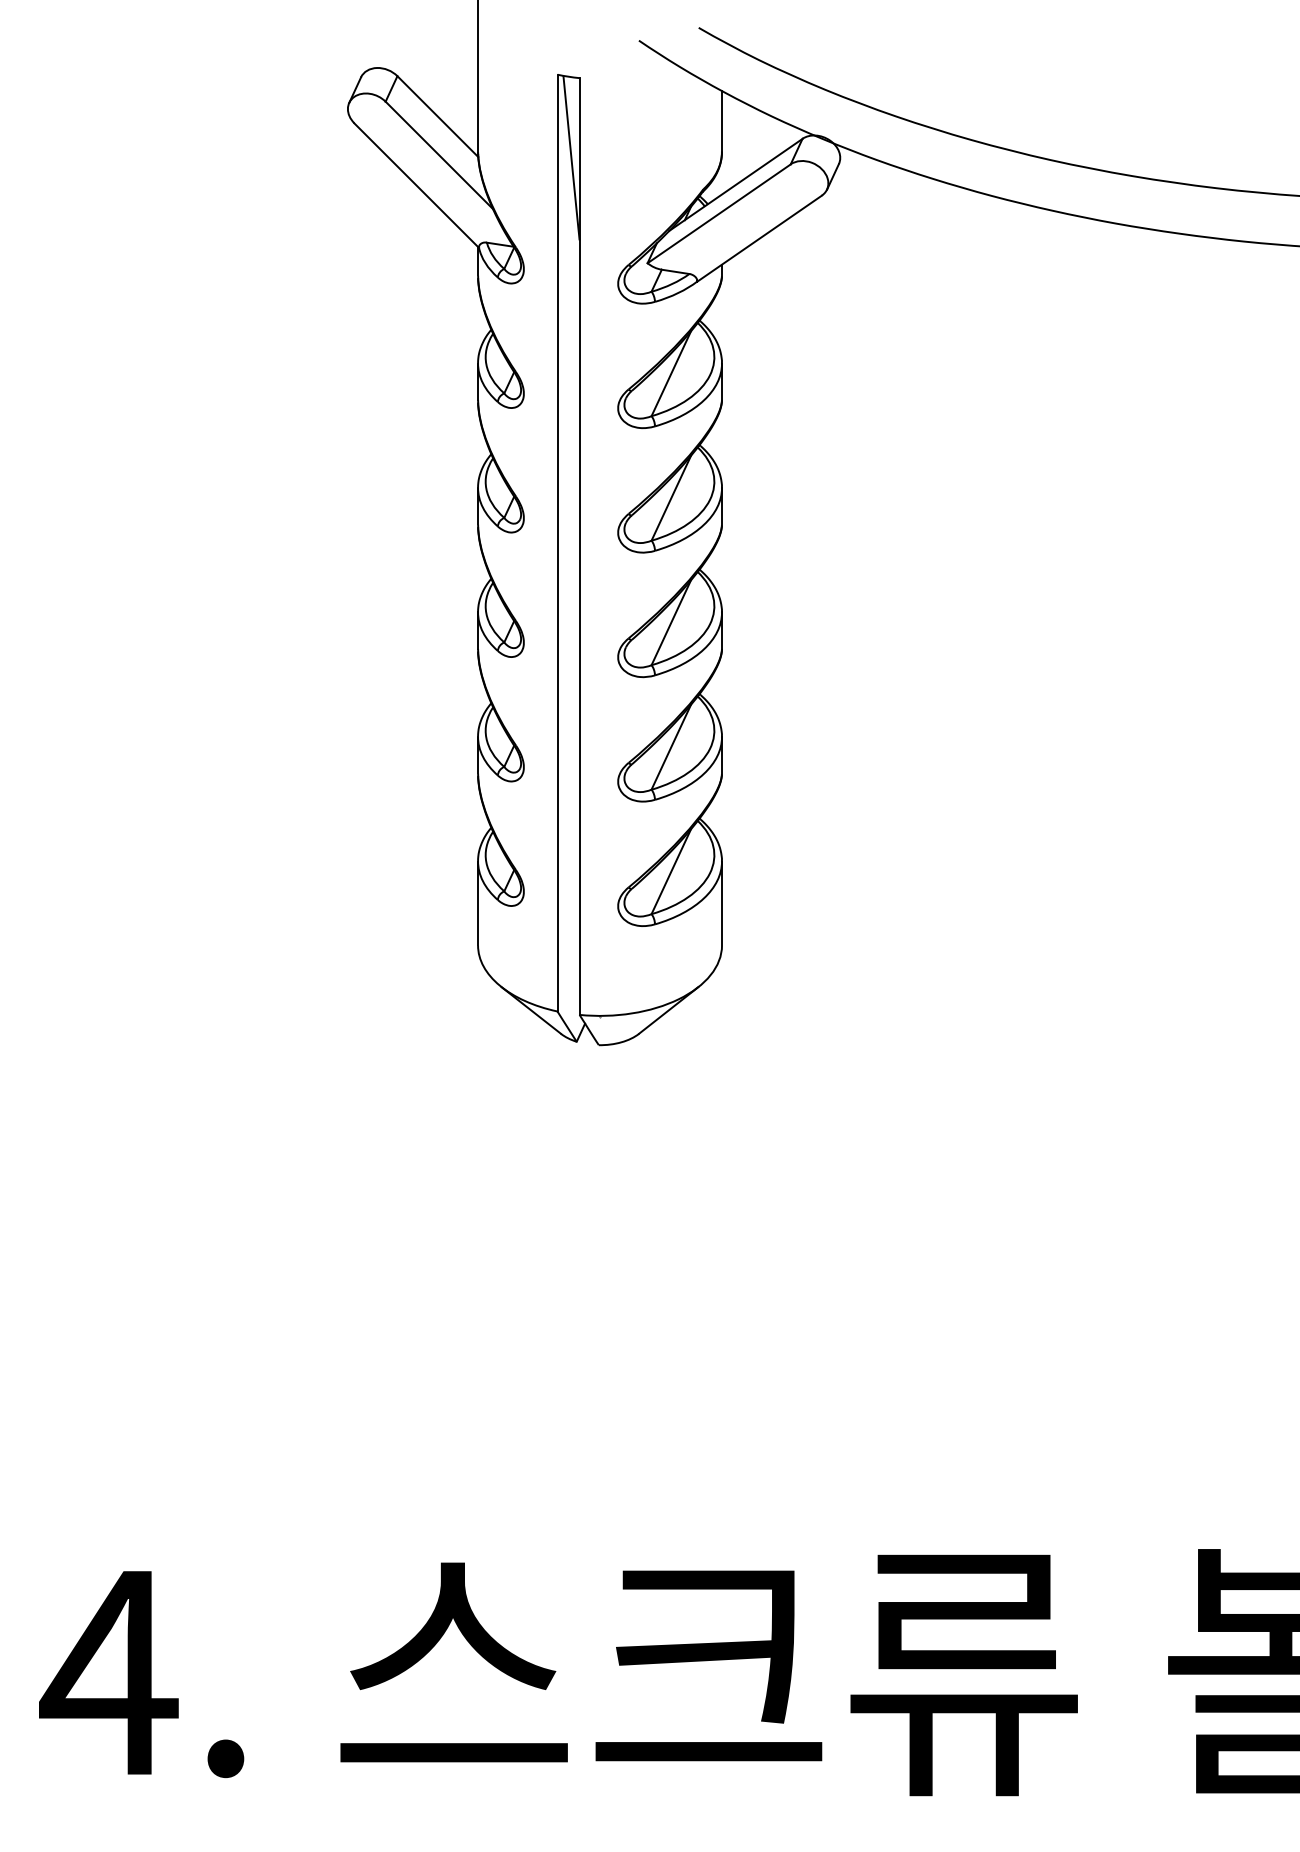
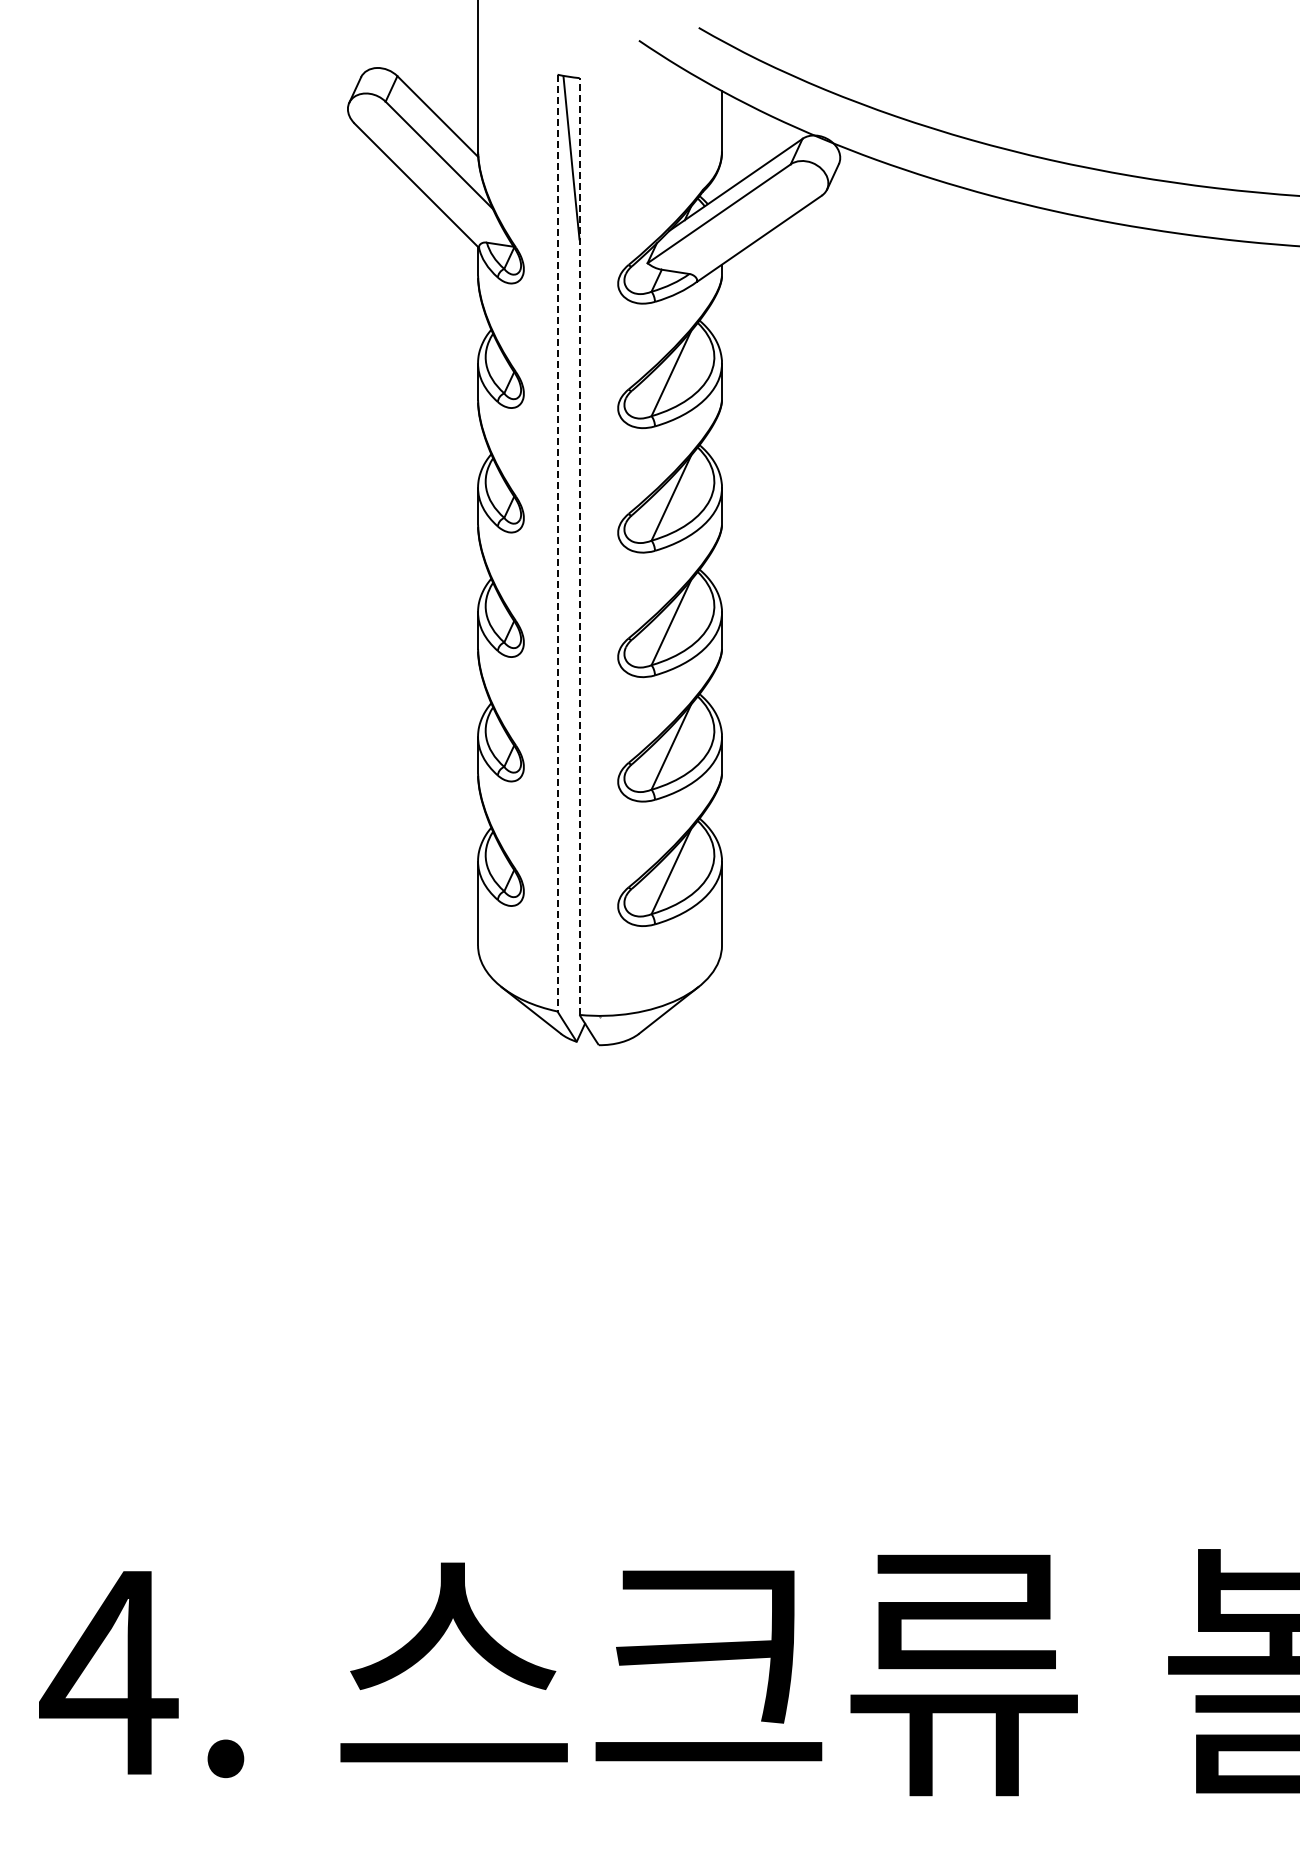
line at (557, 543): solid -> dashed
line at (579, 546): solid -> dashed
